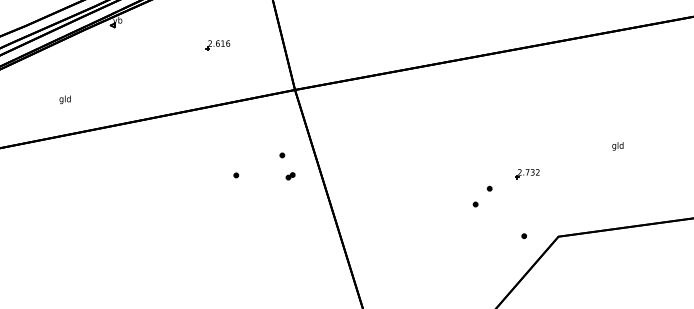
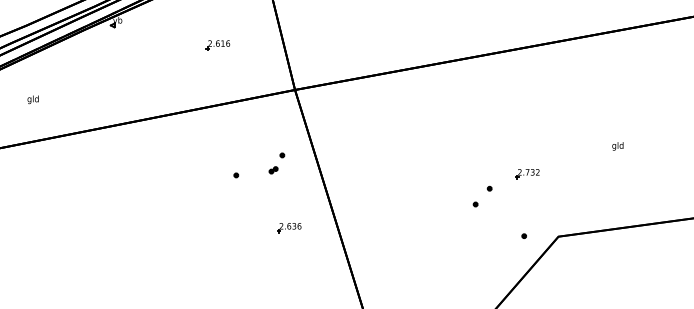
text at (64, 99) position: (64, 99) -> (32, 99)
part at (290, 176) position: (290, 176) -> (273, 170)
part at (289, 228): none -> present
